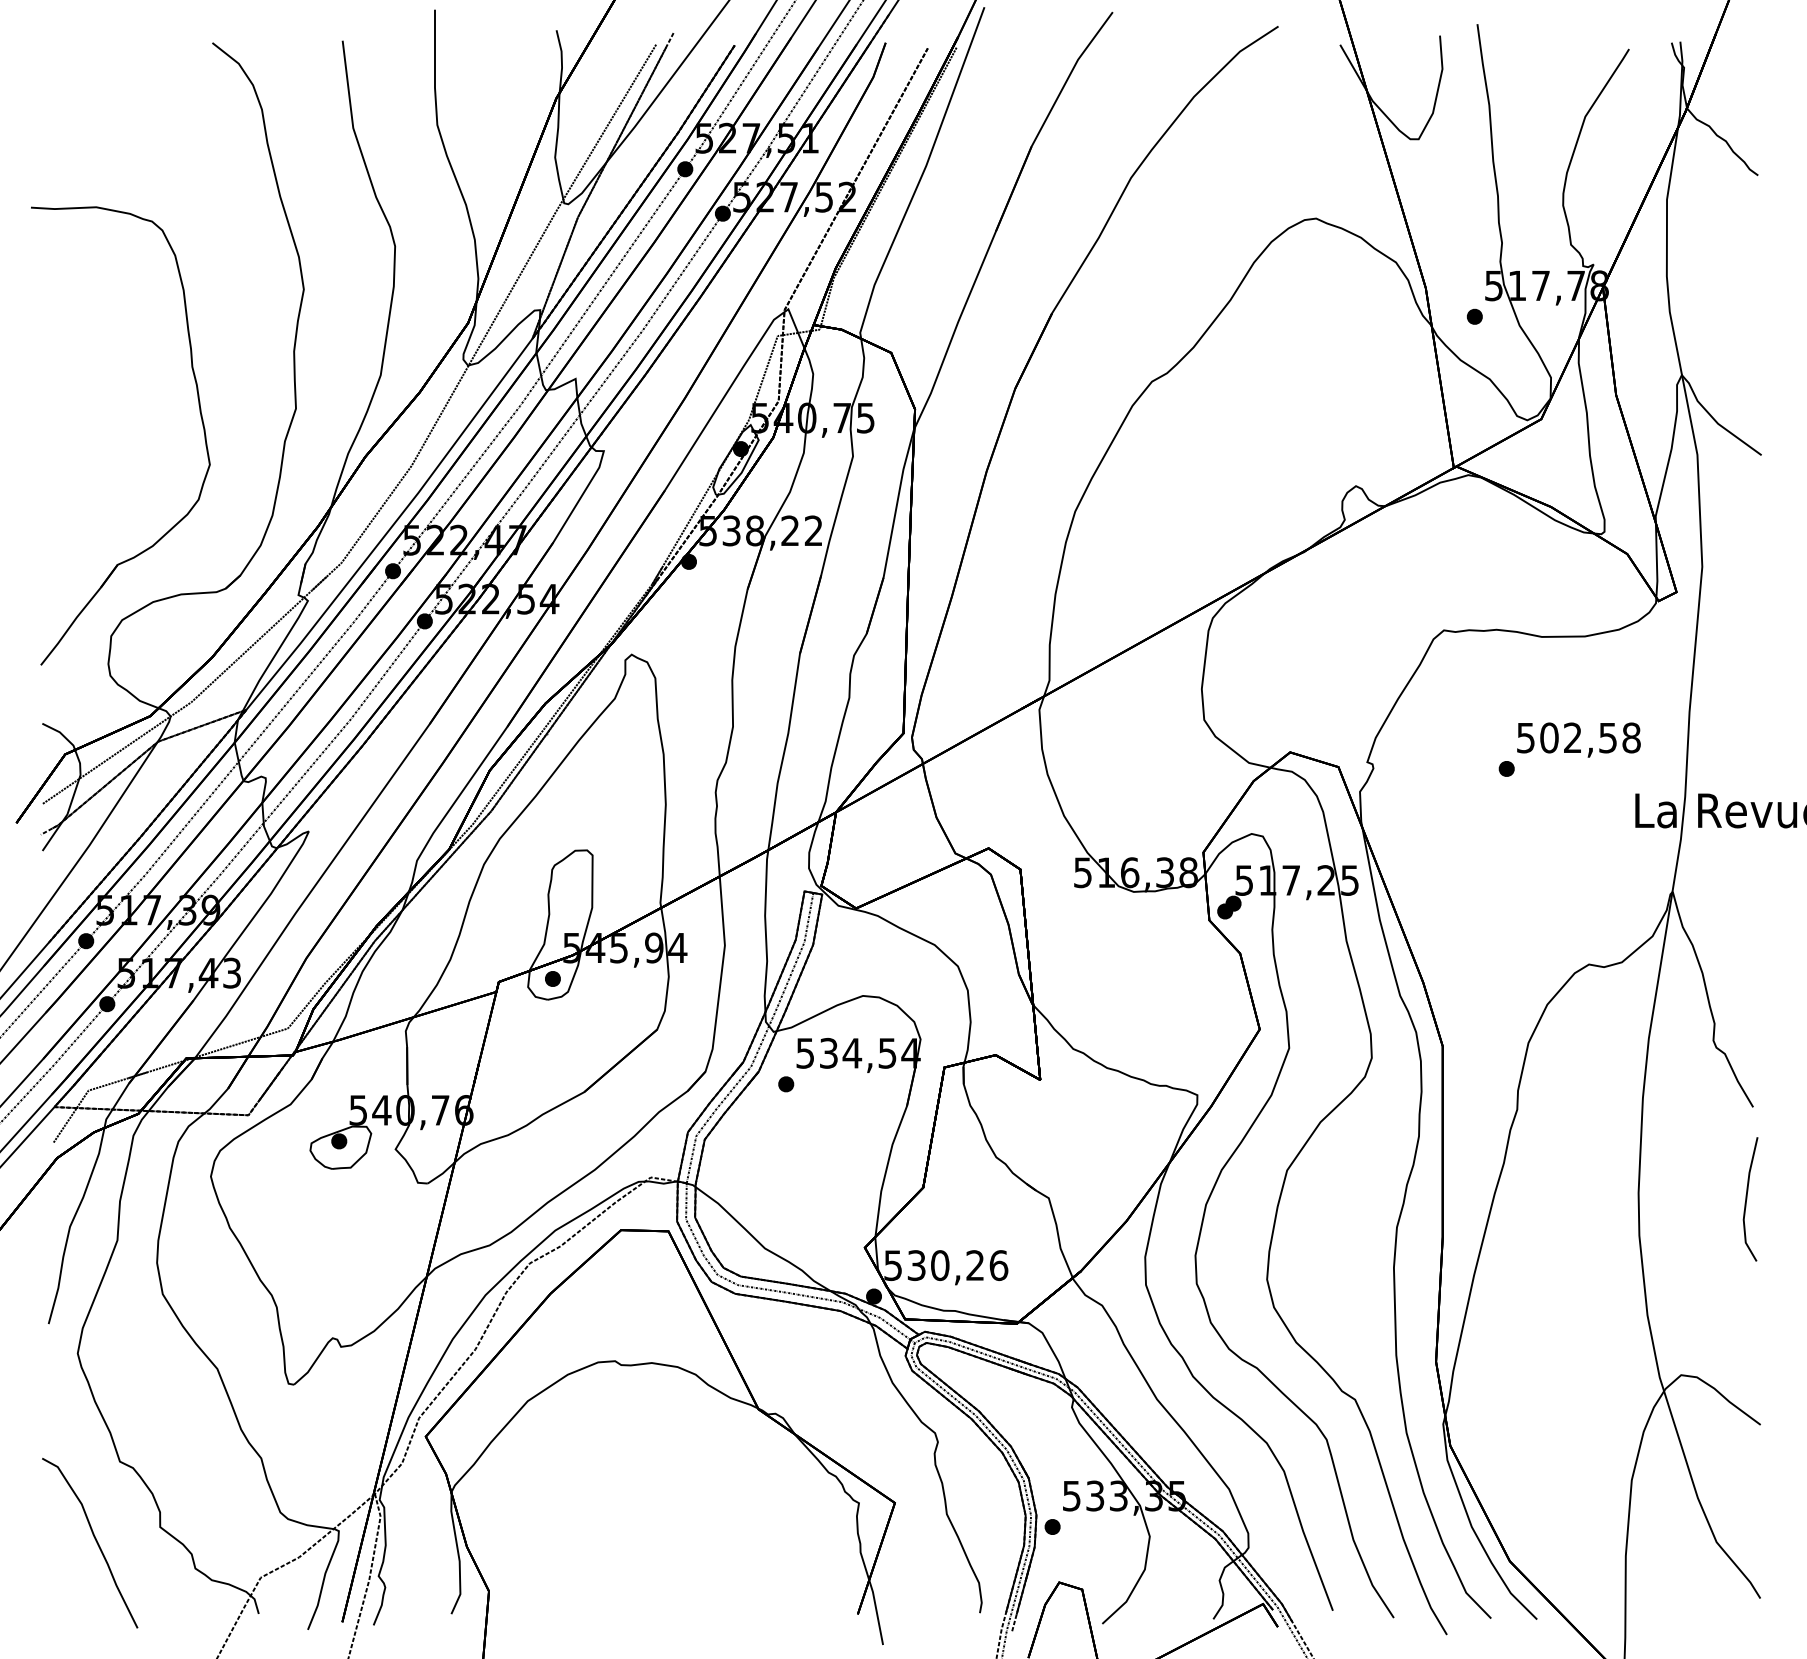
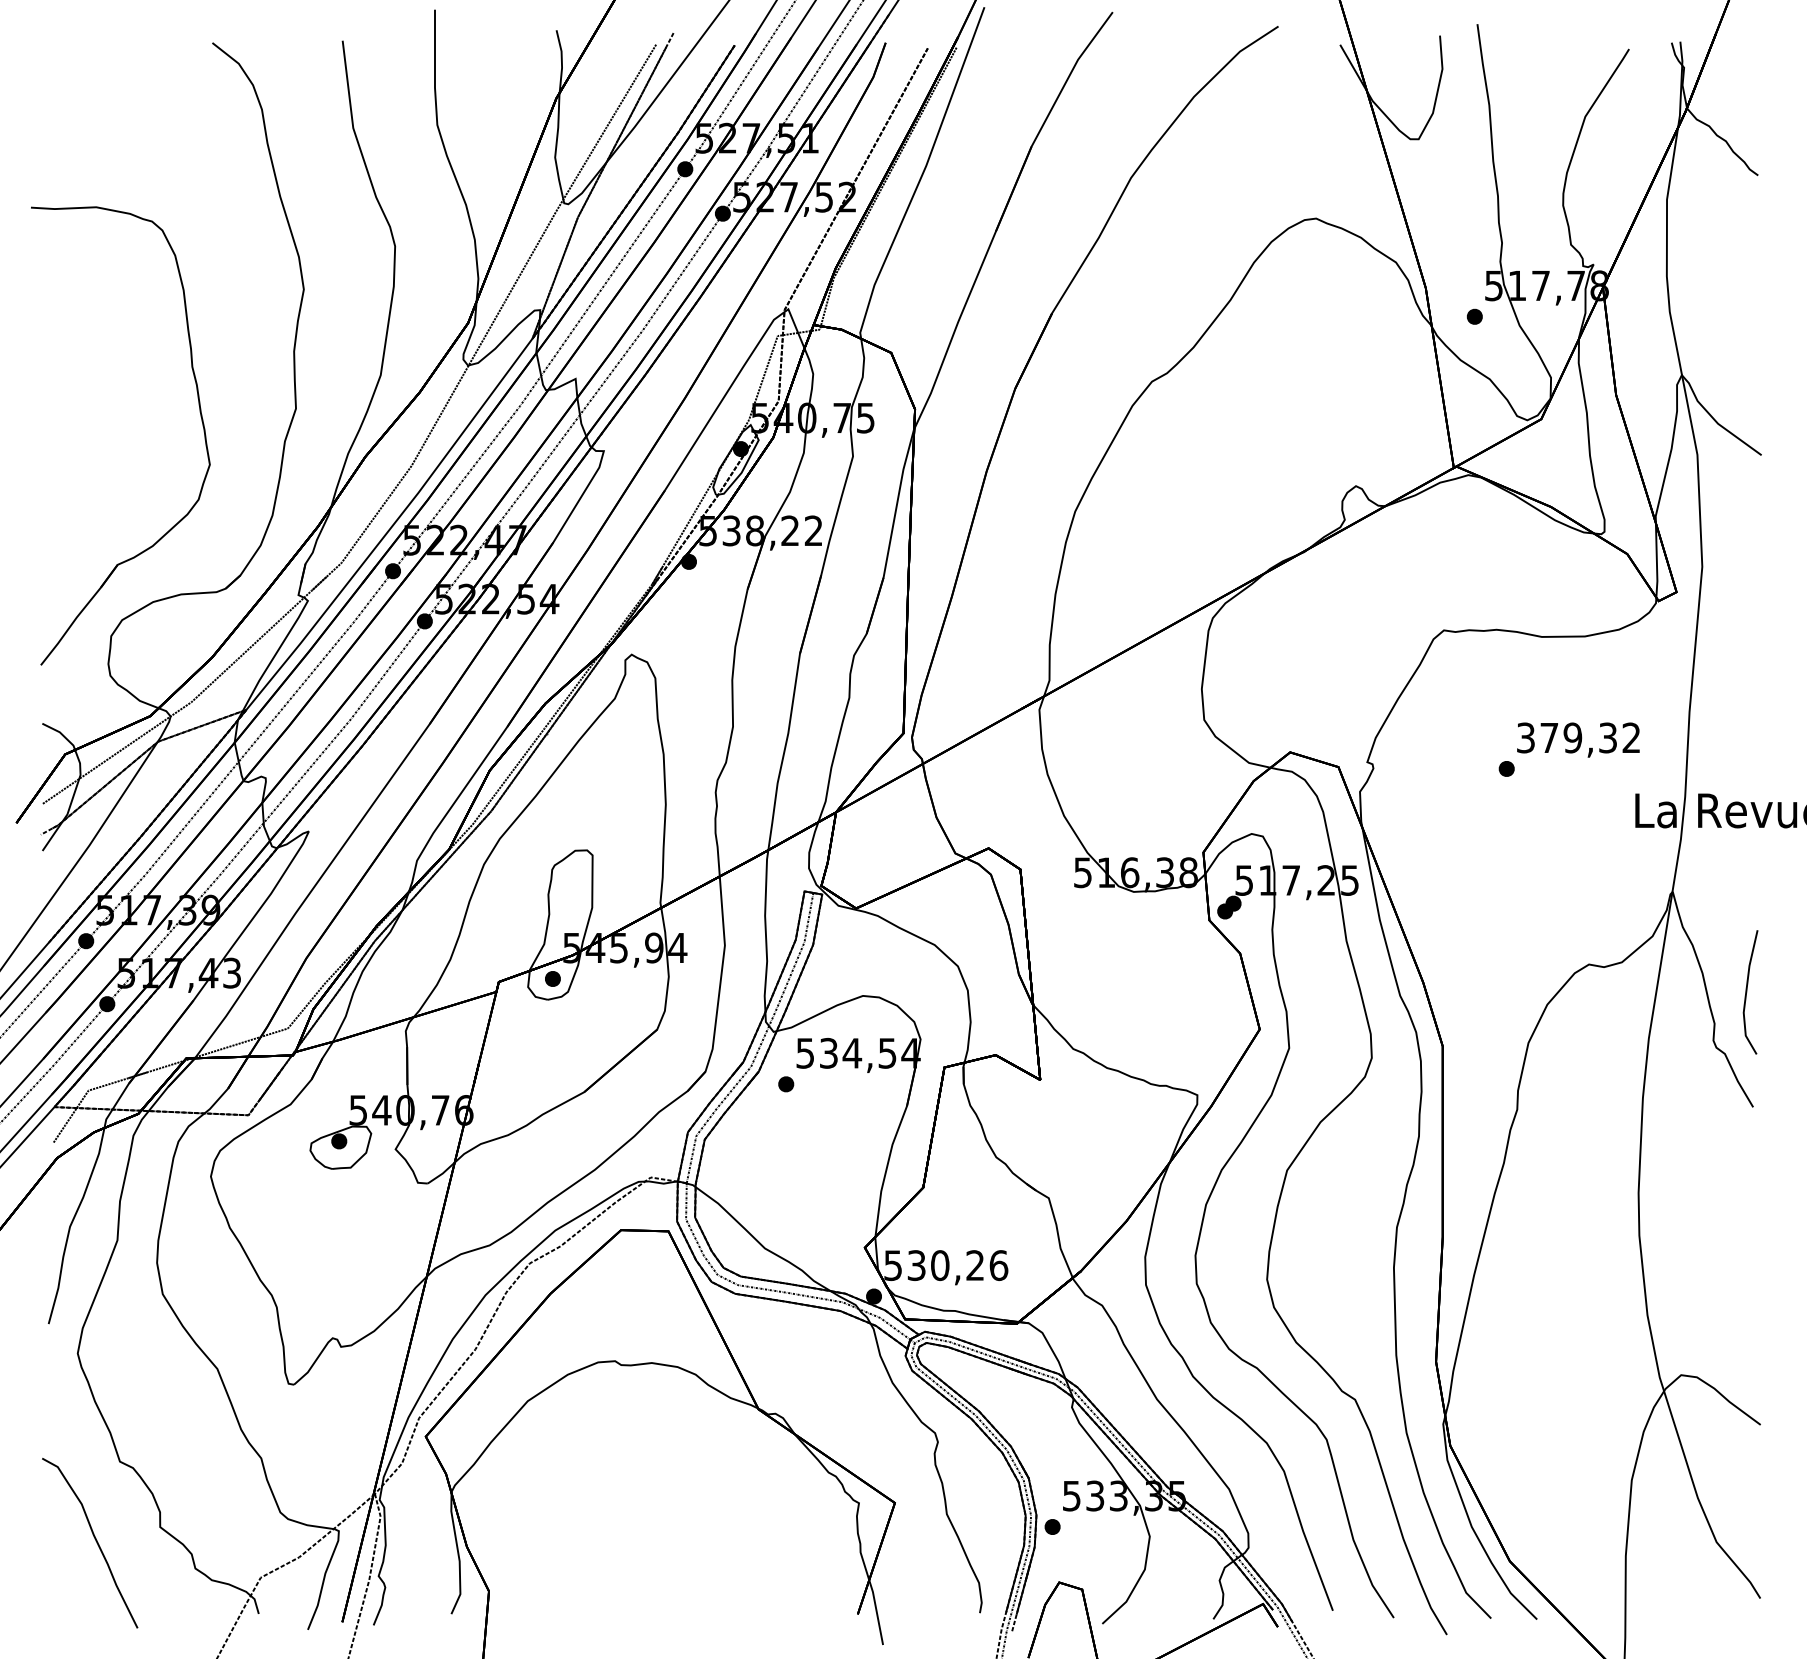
text at (1578, 737): 502,58 -> 379,32
line at (1747, 1199) position: (1747, 1199) -> (1747, 992)
